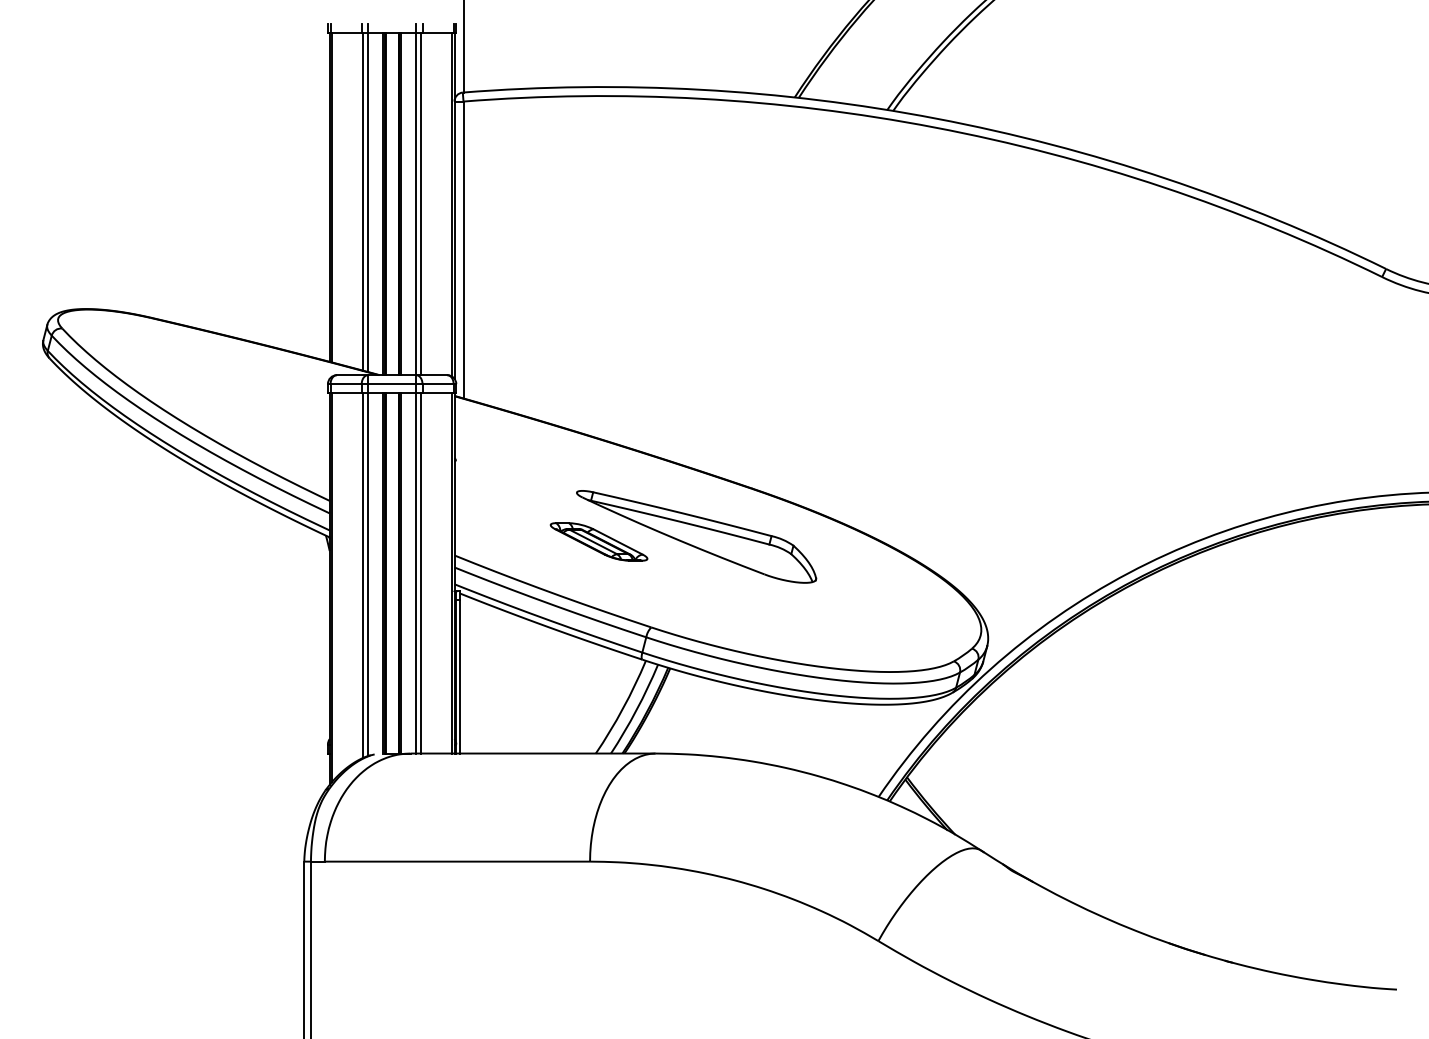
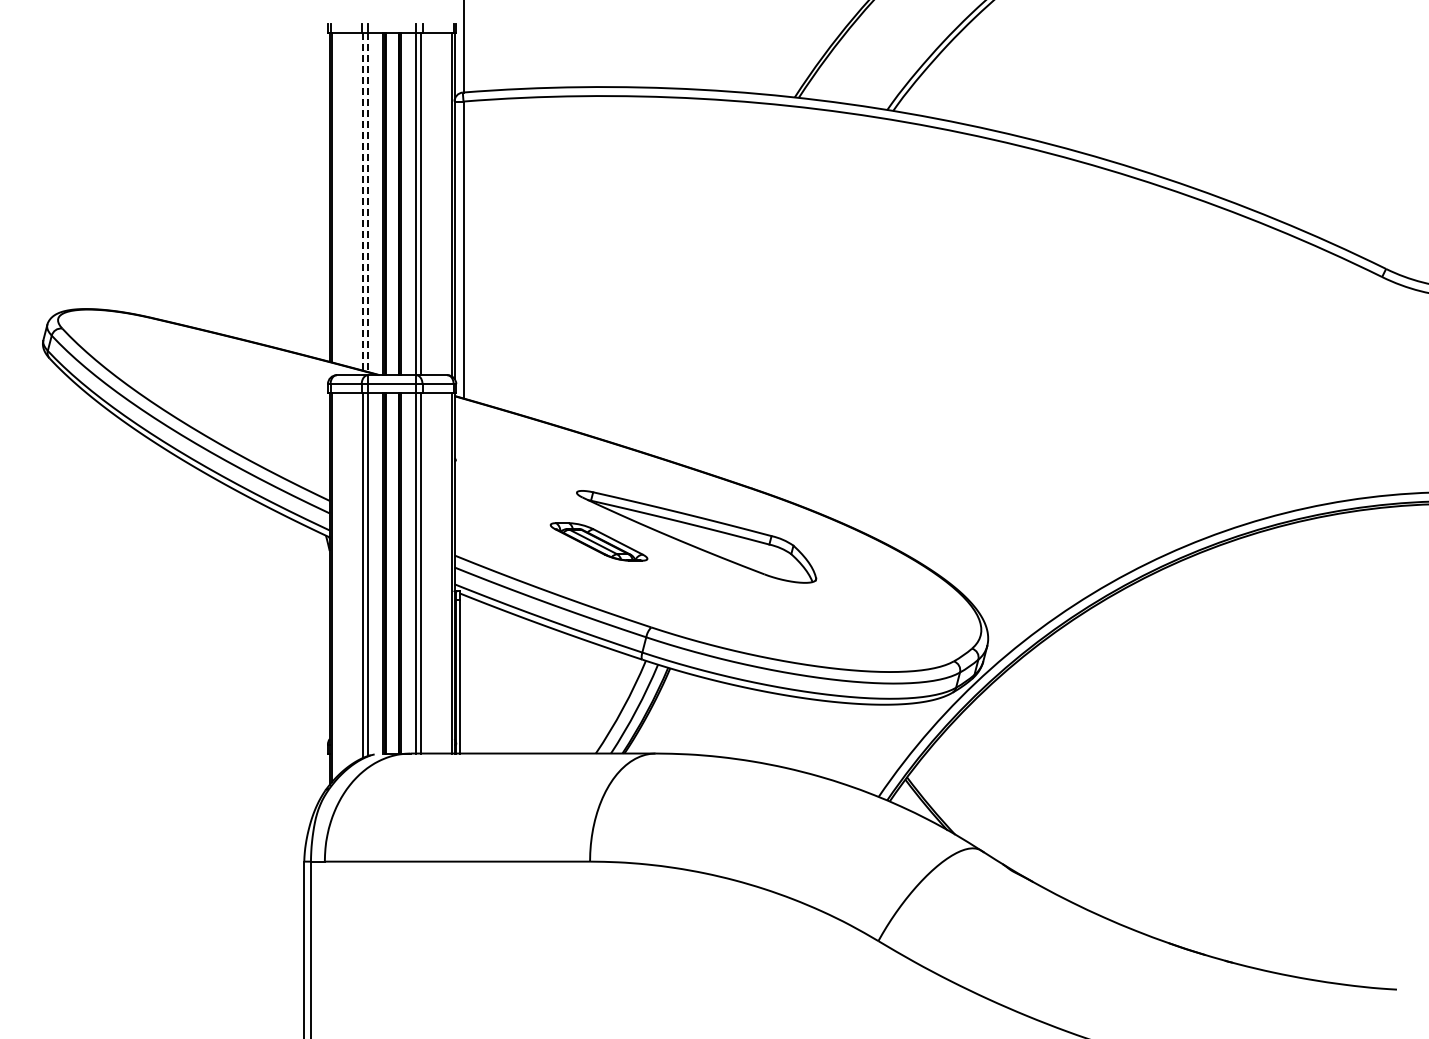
line at (362, 201): solid -> dashed
line at (368, 202): solid -> dashed
